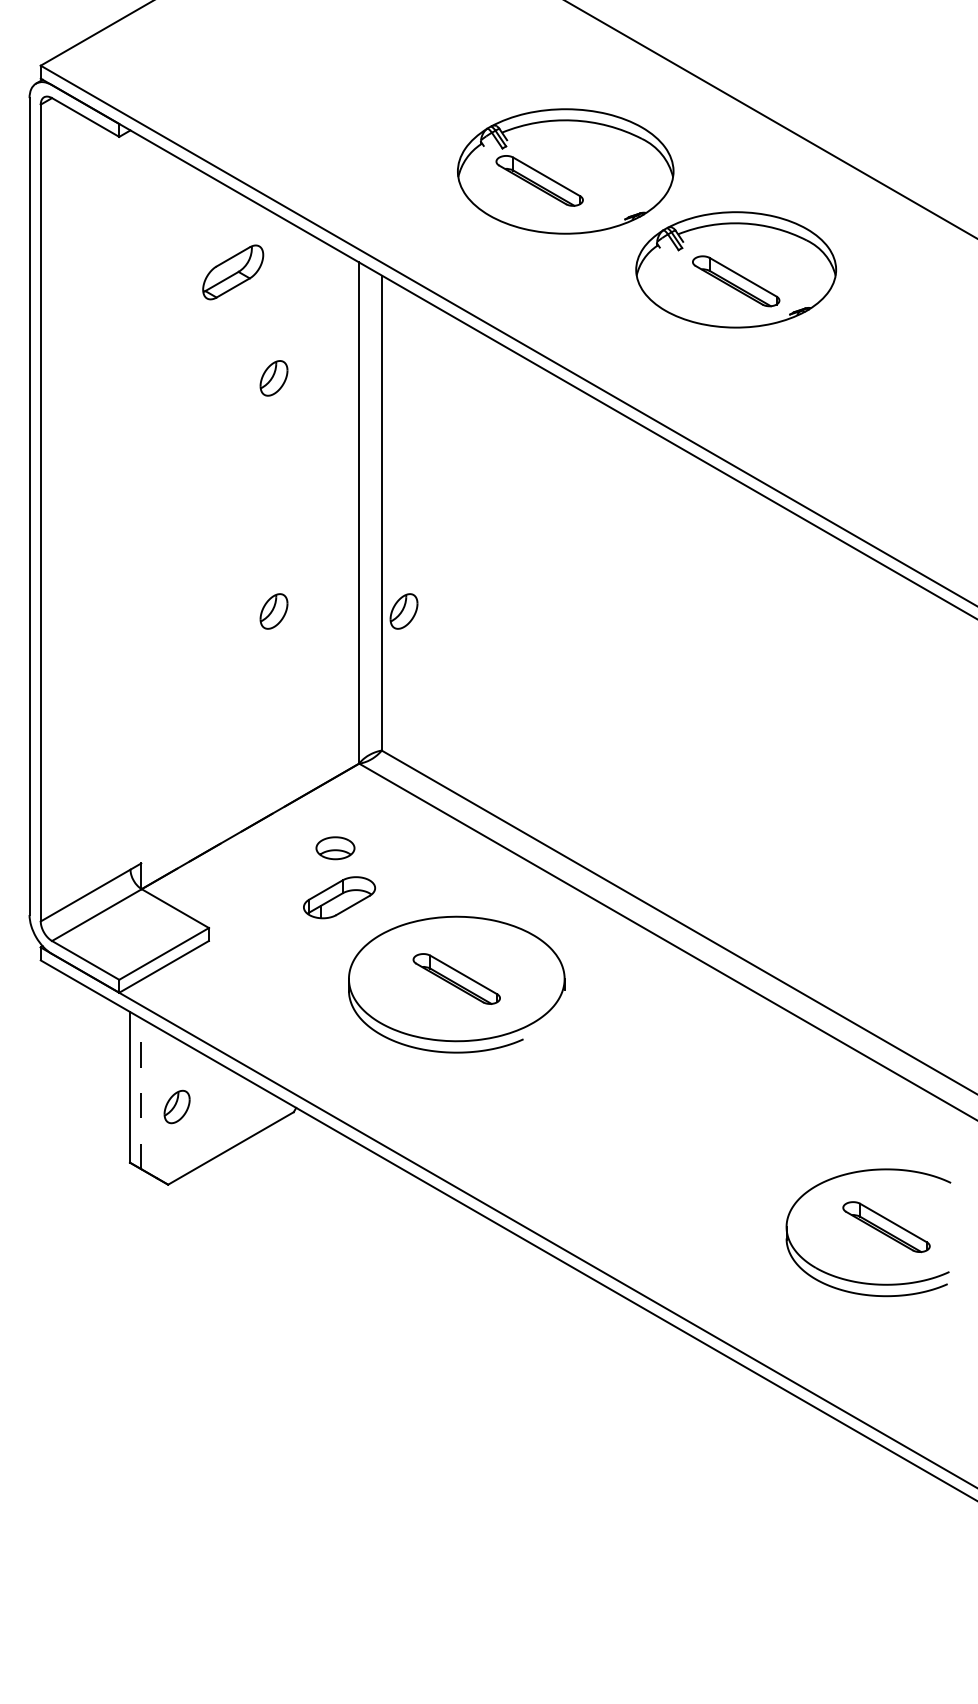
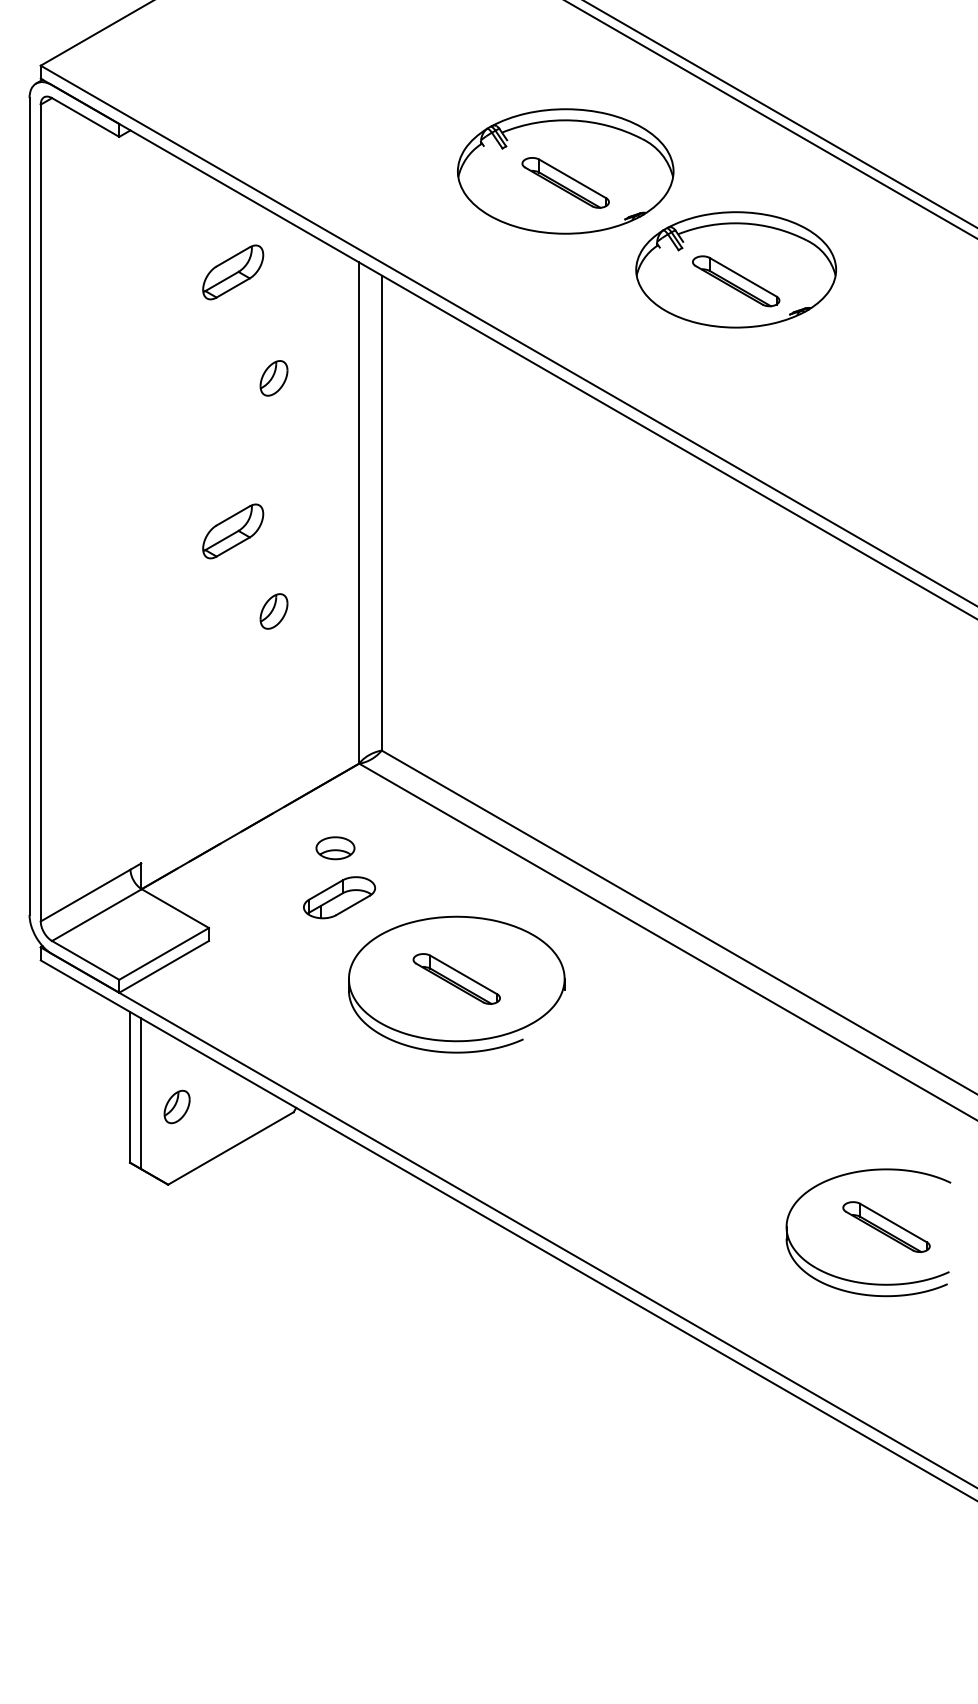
line at (780, 114): none -> present
part at (539, 180) position: (539, 180) -> (565, 182)
part at (233, 531): none -> present
part at (403, 611): present -> none
line at (141, 1093): dashed -> solid
